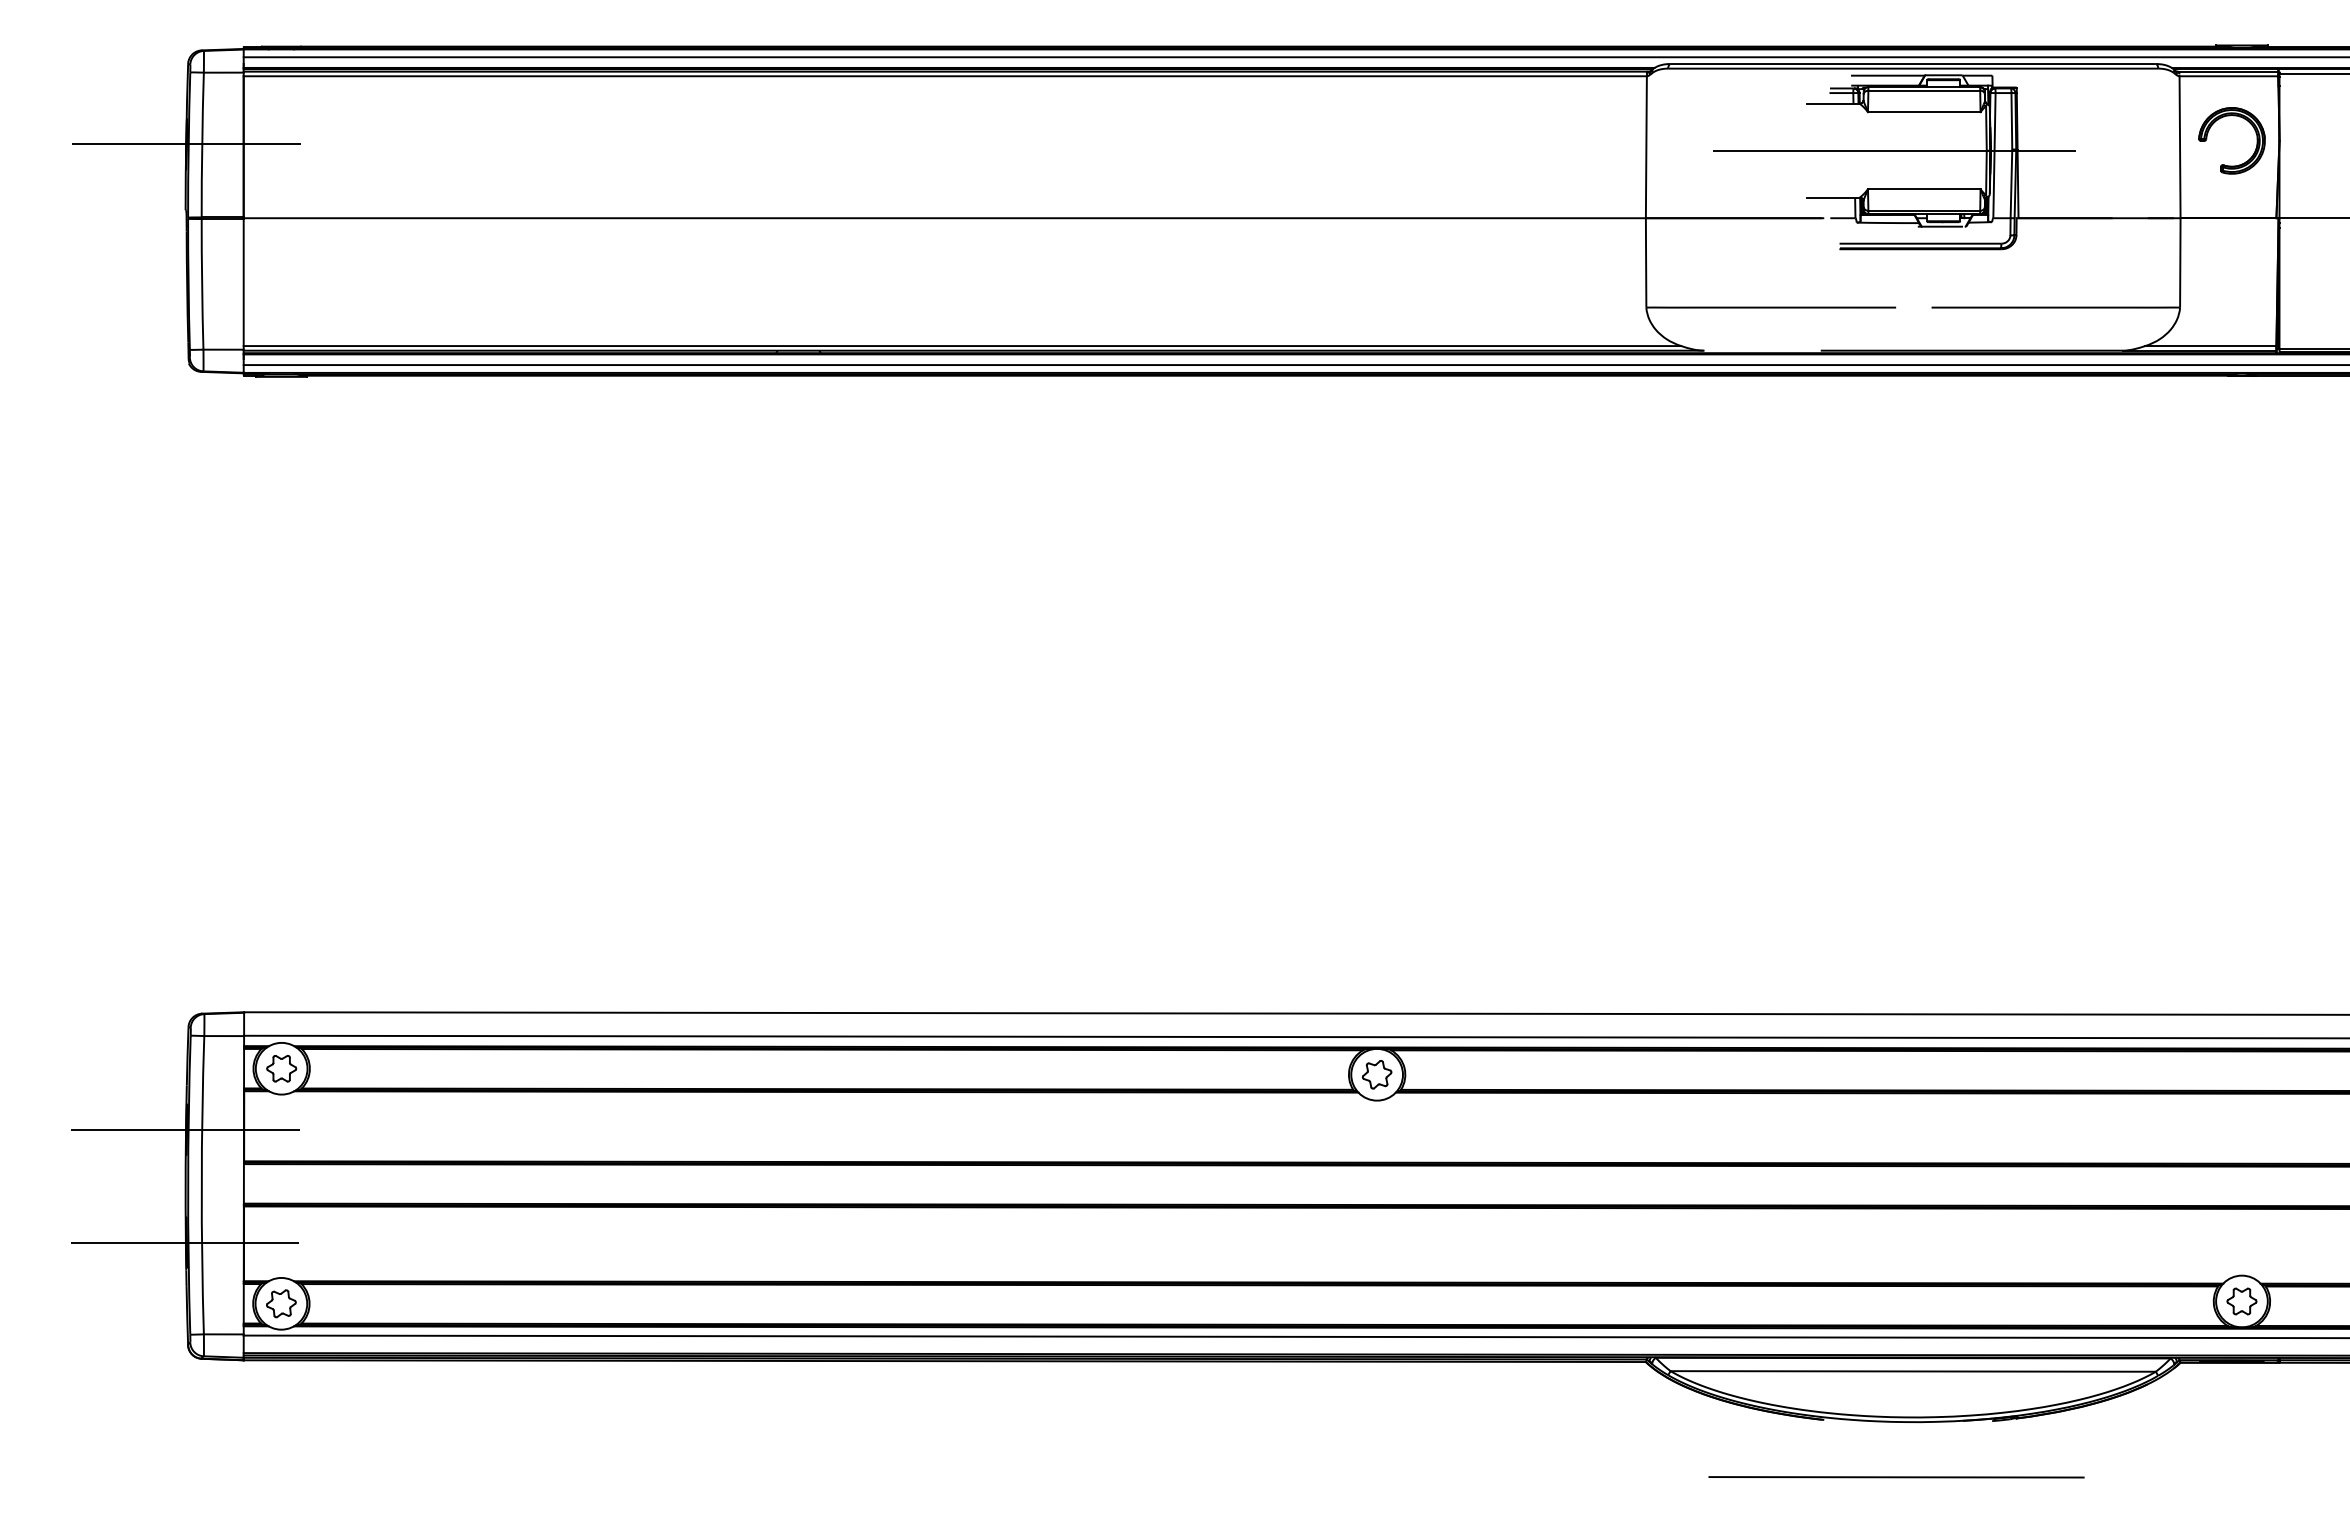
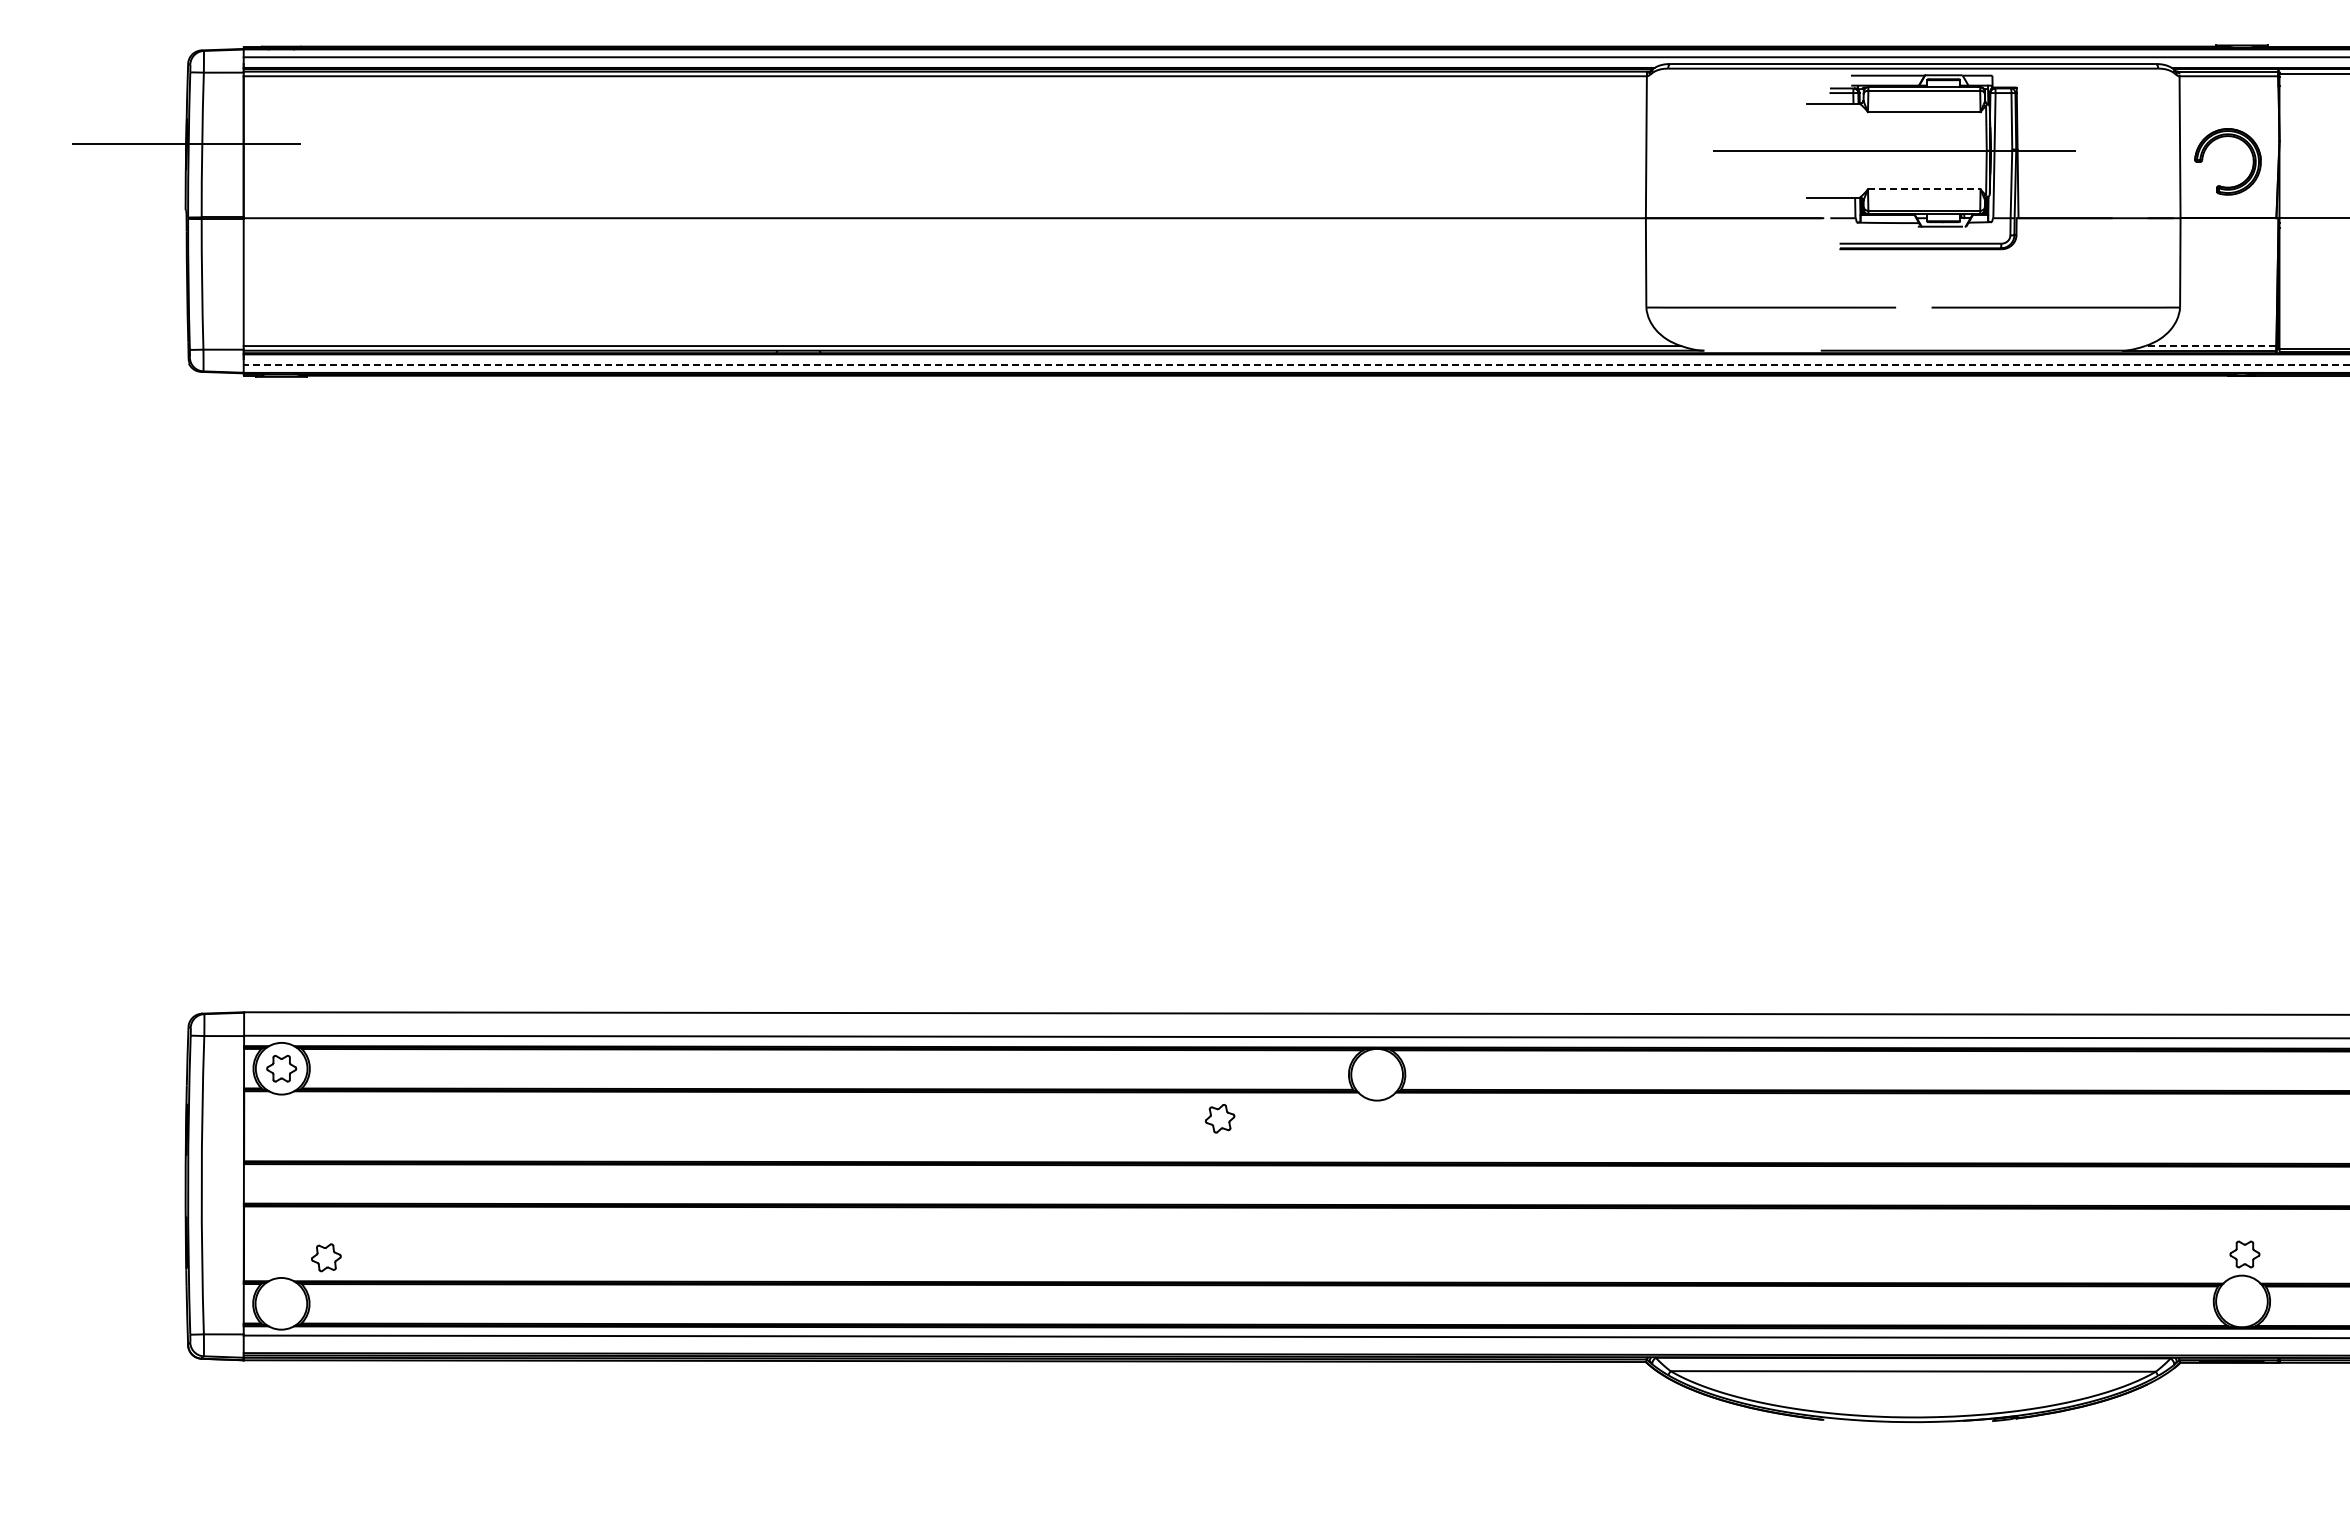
part at (2218, 120) position: (2218, 120) -> (2214, 141)
line at (1924, 189): solid -> dashed
line at (2210, 346): solid -> dashed
line at (1296, 365): solid -> dashed
part at (1376, 1074) position: (1376, 1074) -> (1219, 1118)
line at (184, 1129): present -> none
line at (184, 1242): present -> none
part at (2241, 1301) position: (2241, 1301) -> (2244, 1254)
part at (281, 1303) position: (281, 1303) -> (326, 1257)
line at (1896, 1477): present -> none
